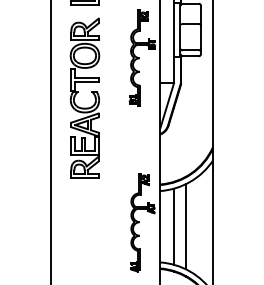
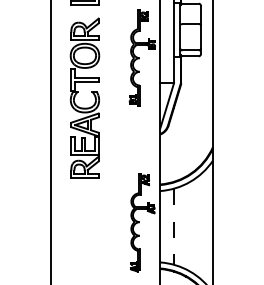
line at (186, 226): present -> none
line at (174, 227): solid -> dashed
